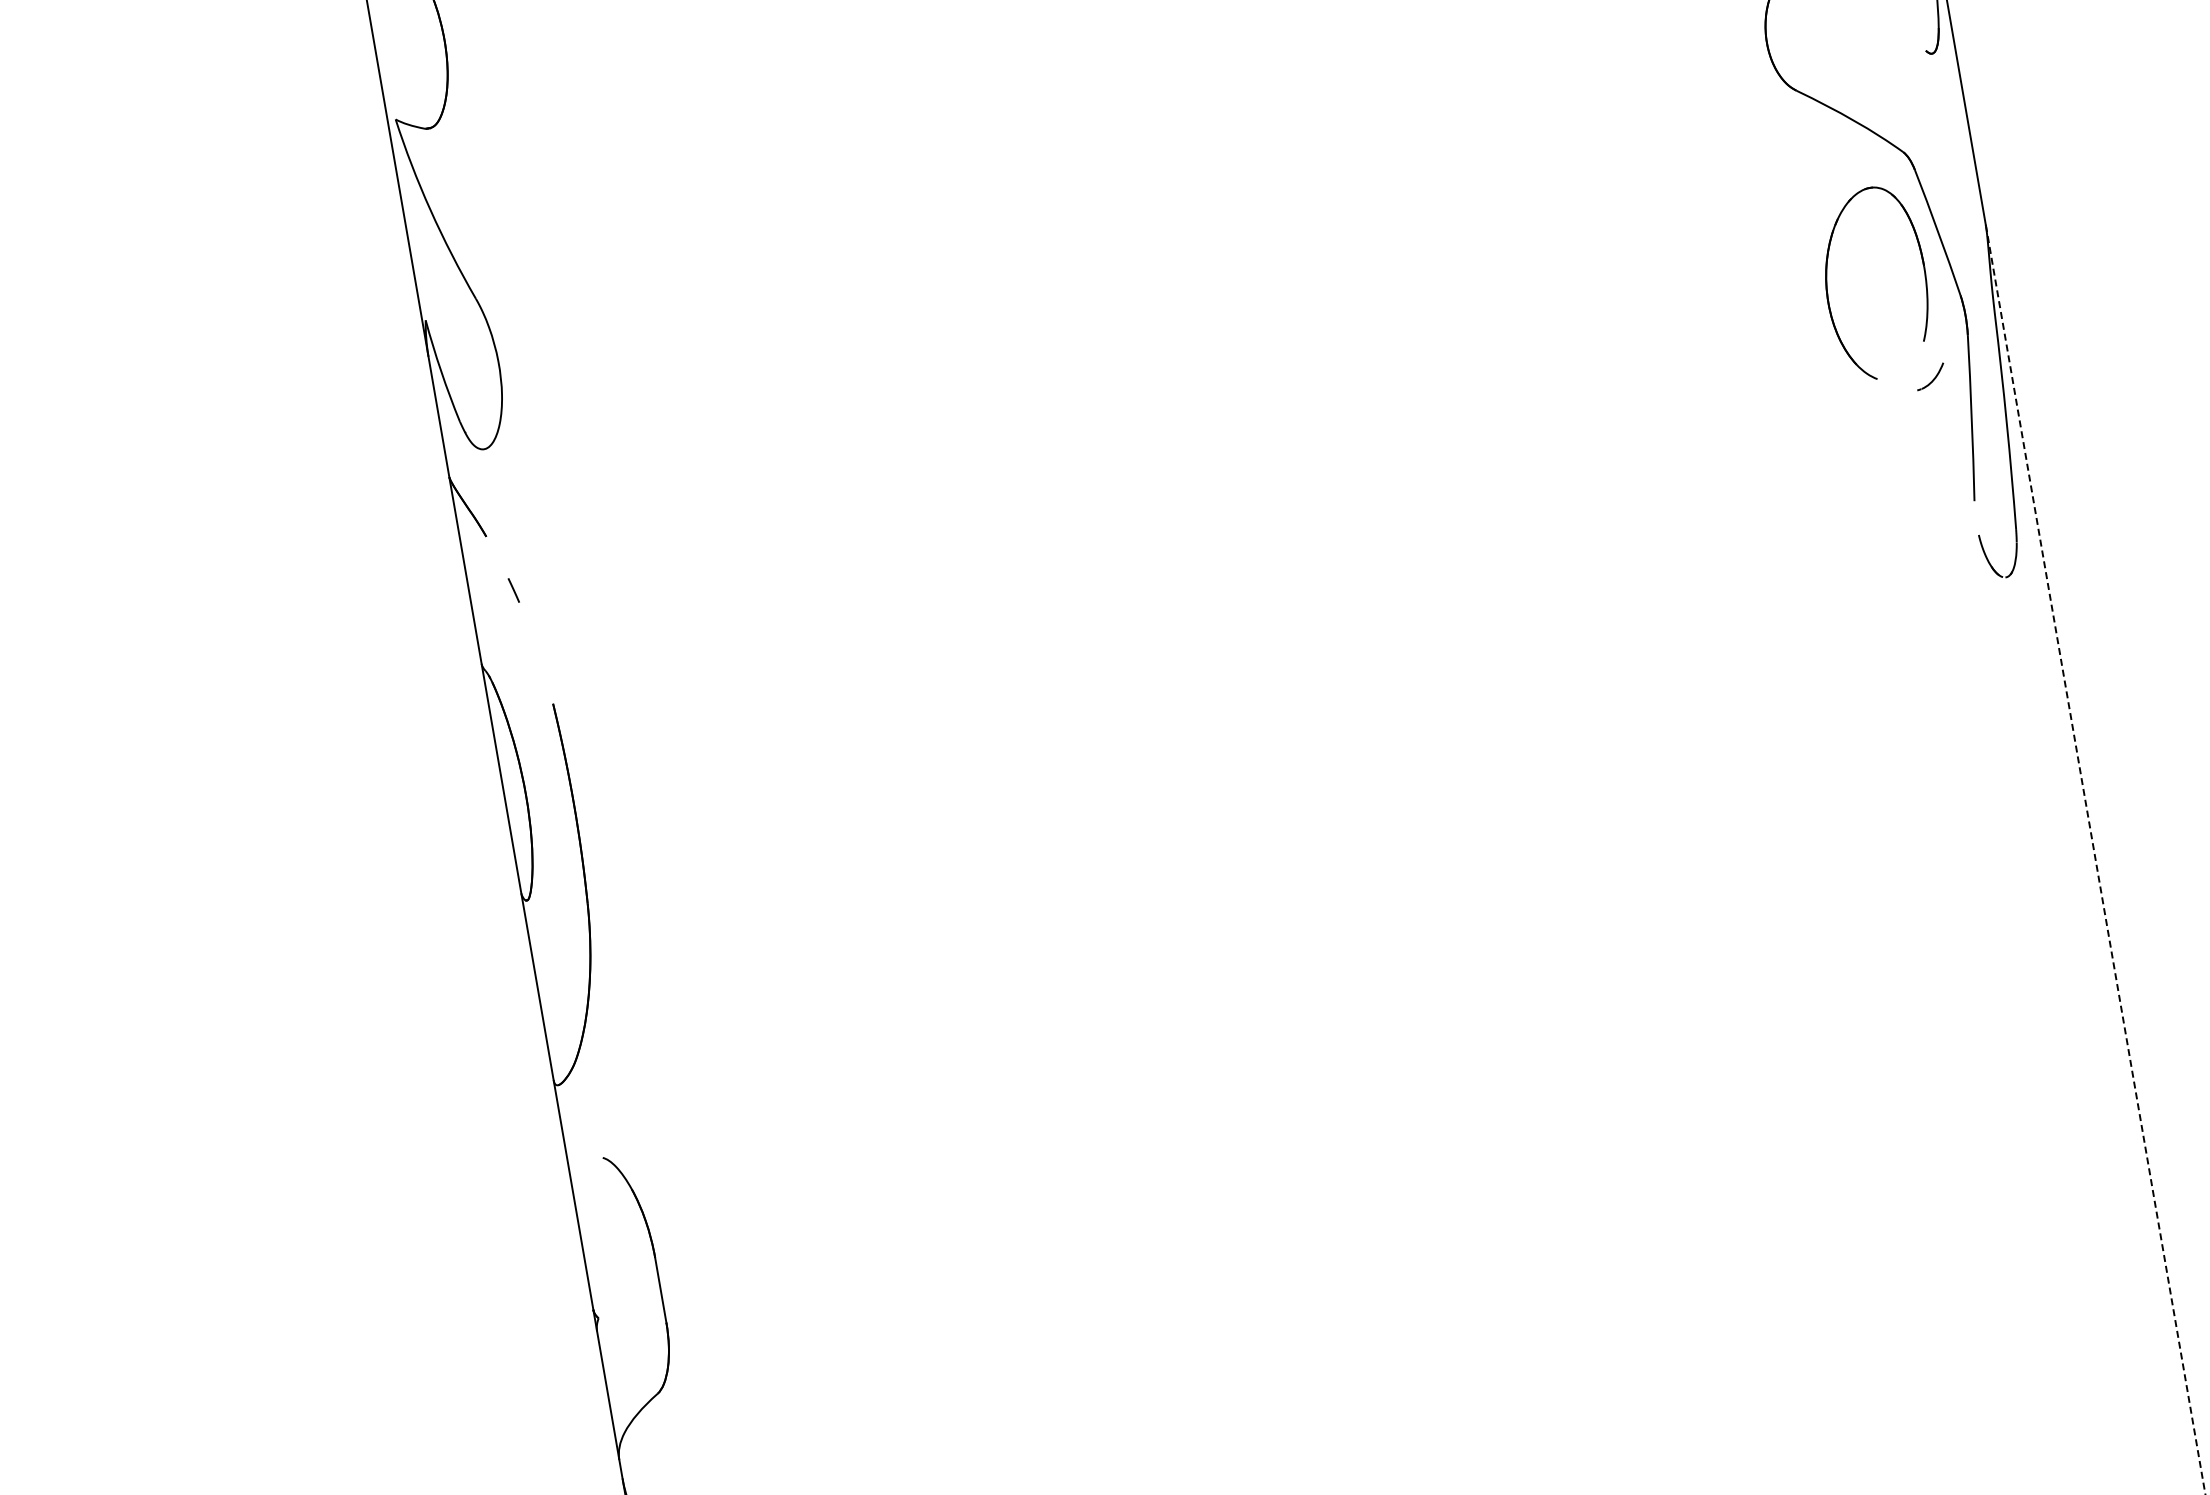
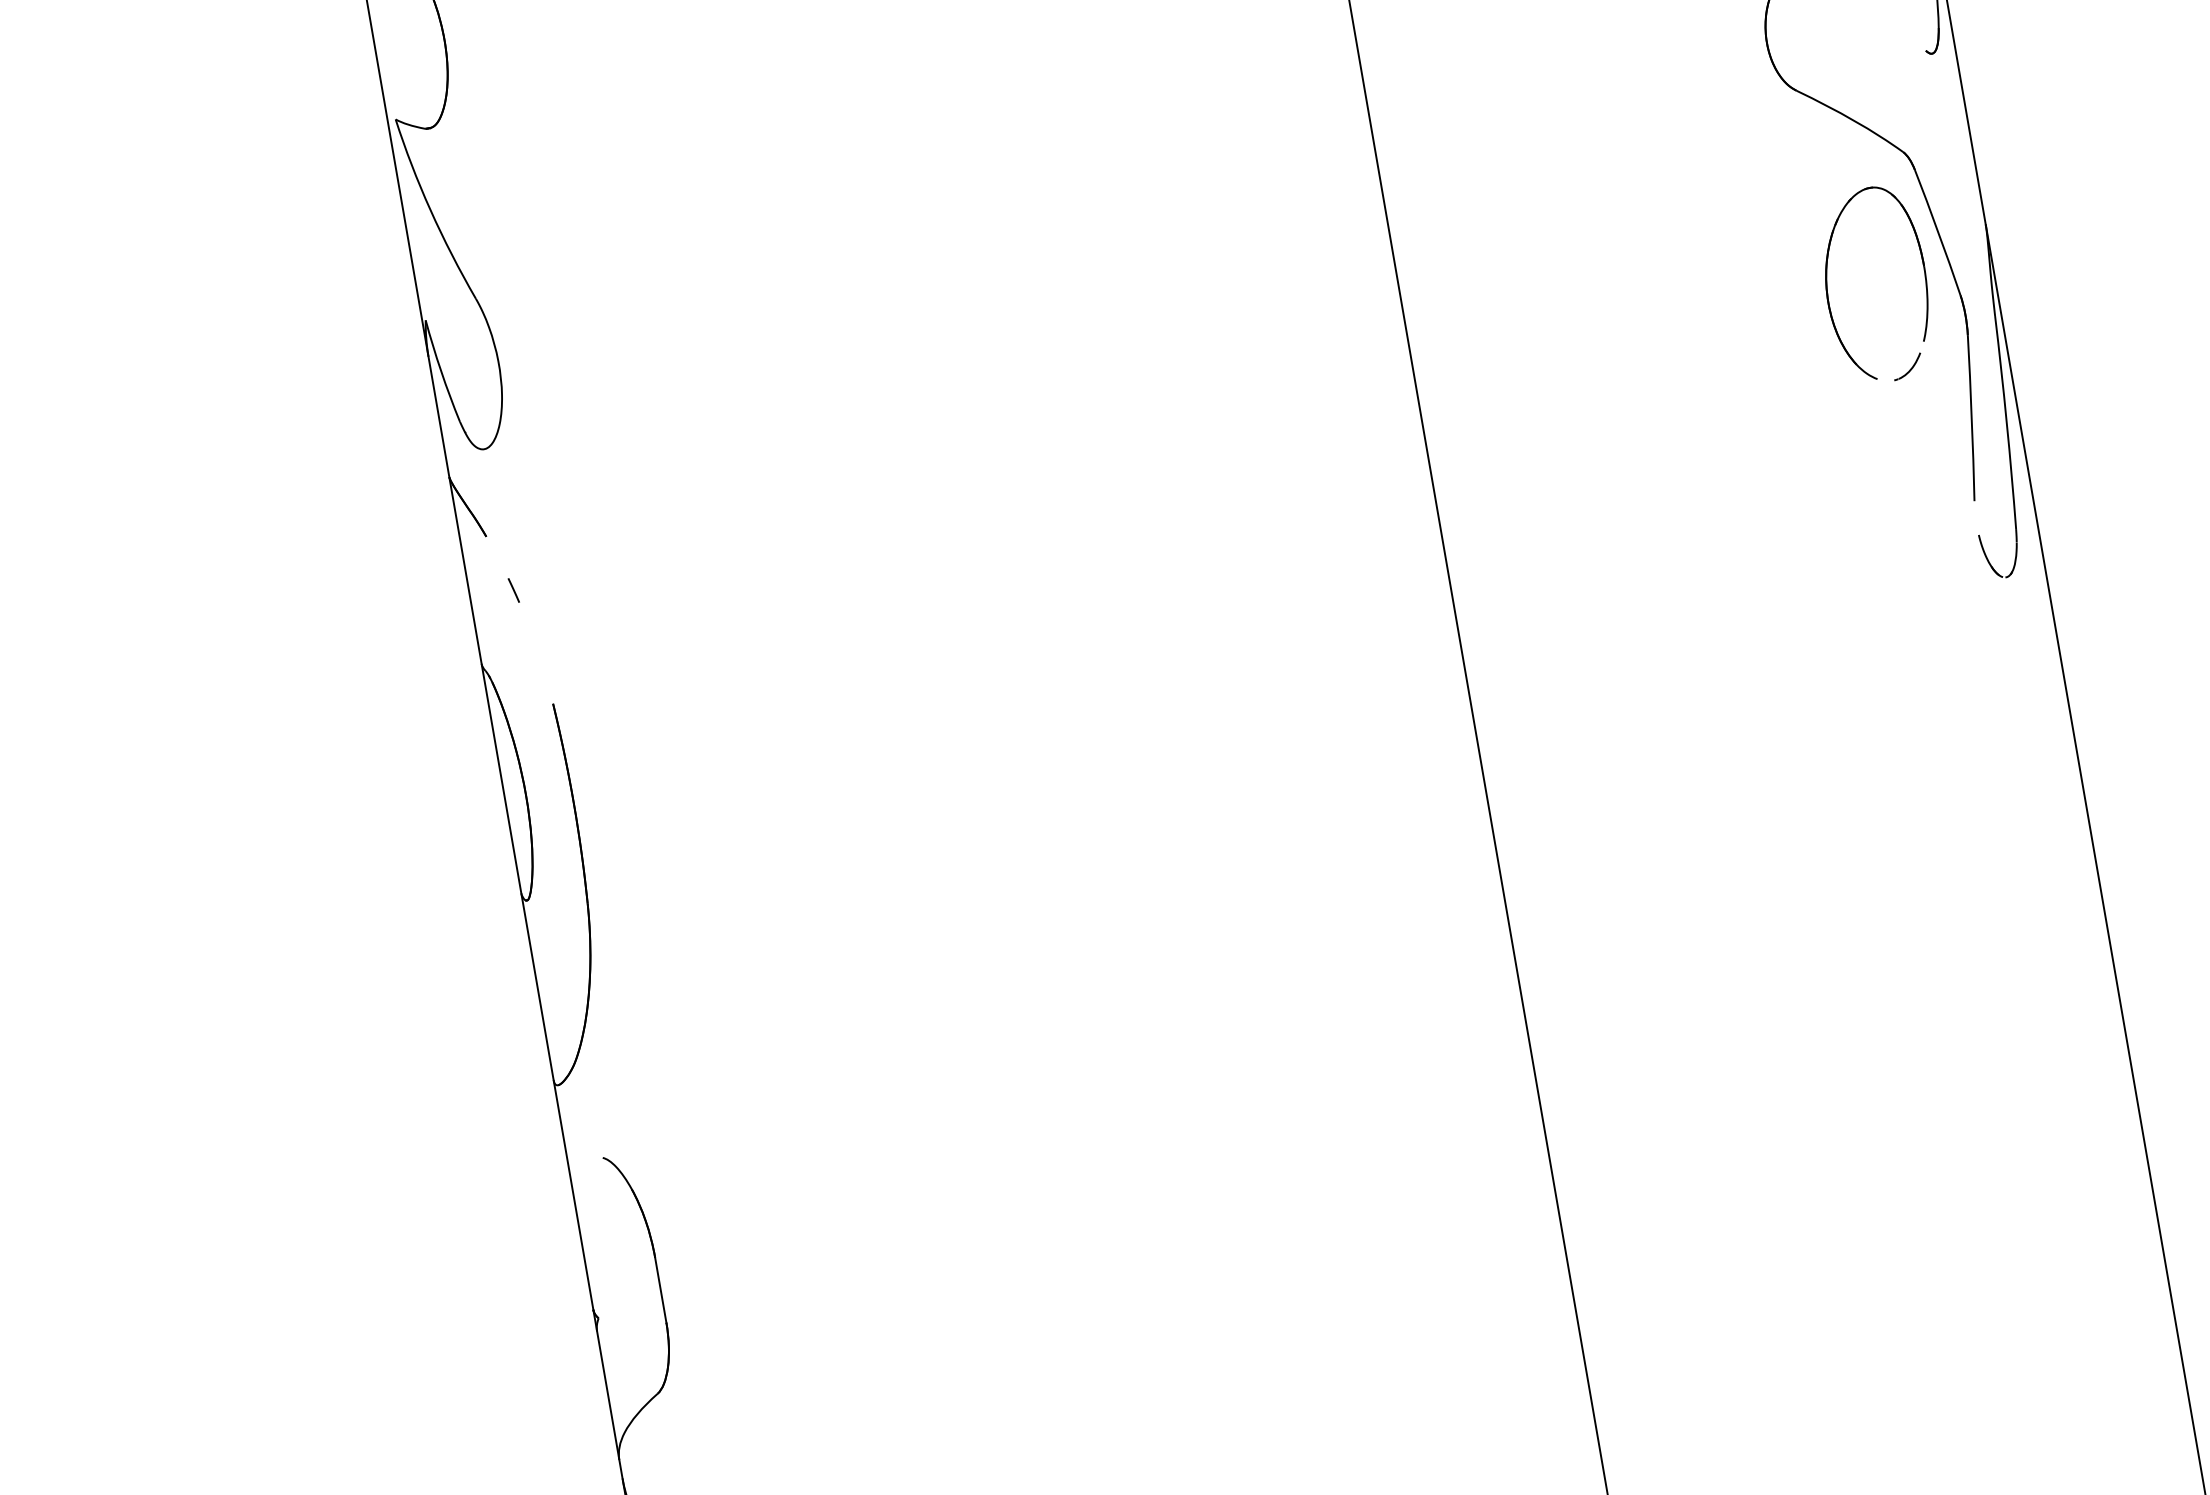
part at (1930, 376) position: (1930, 376) -> (1907, 366)
line at (1478, 746): none -> present
line at (2095, 859): dashed -> solid
